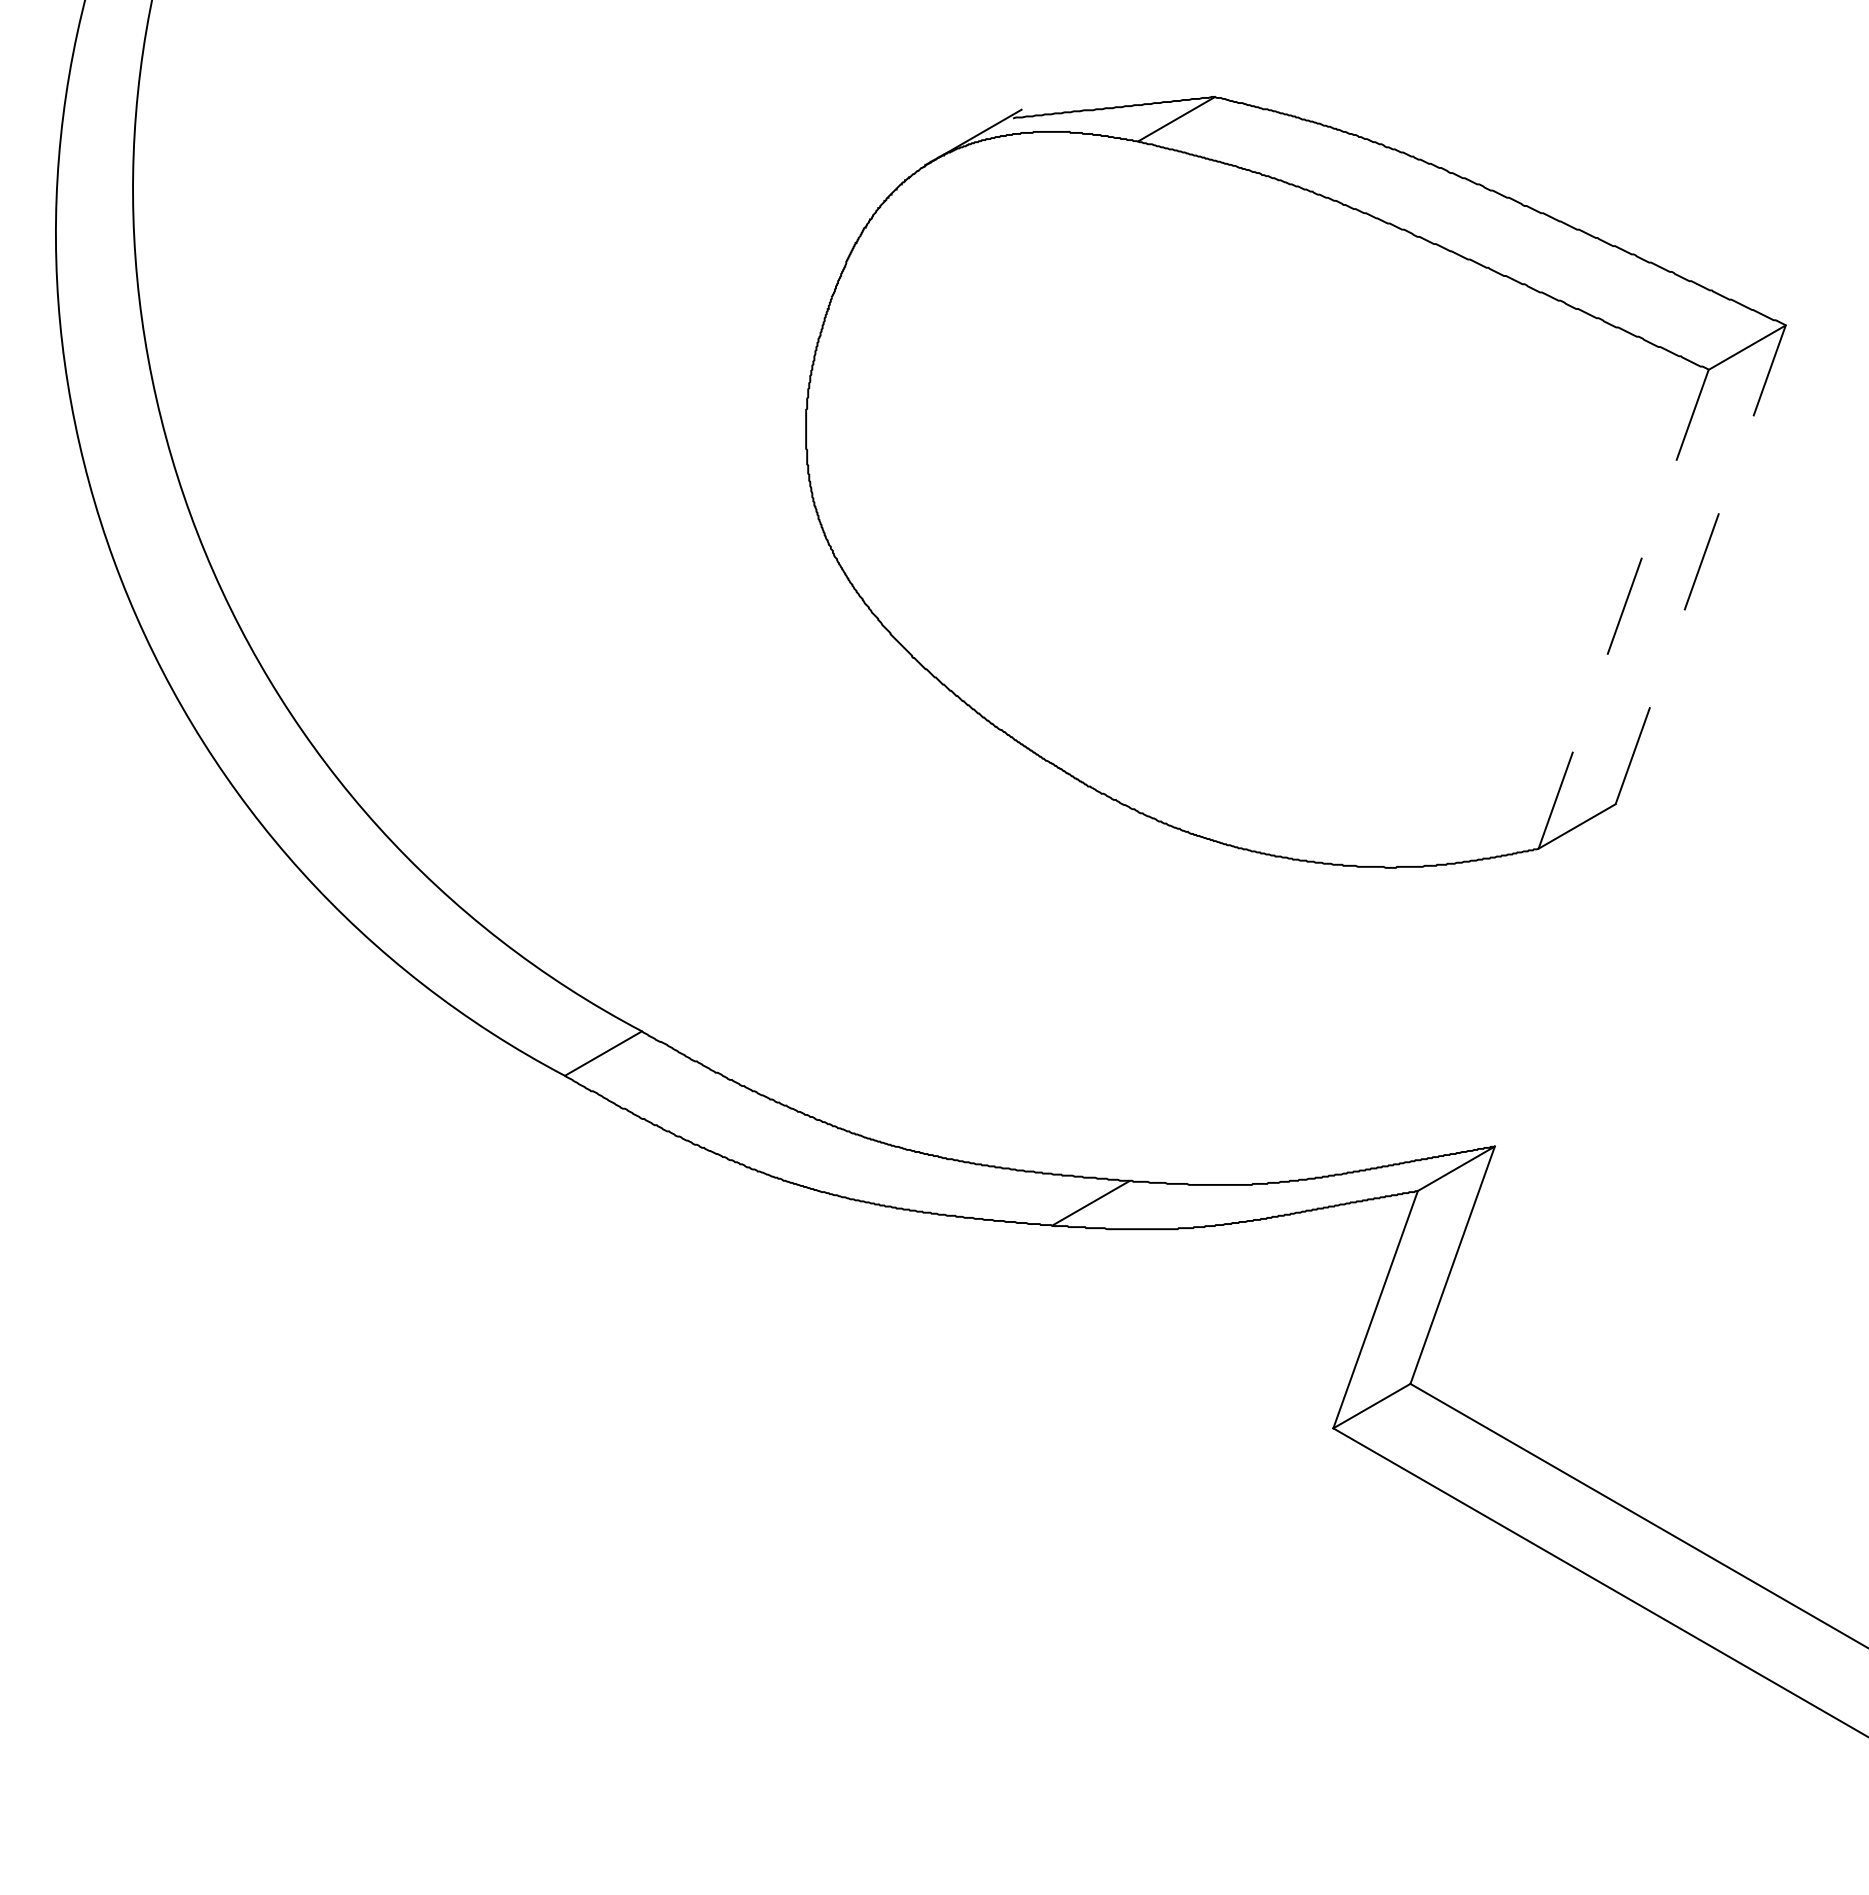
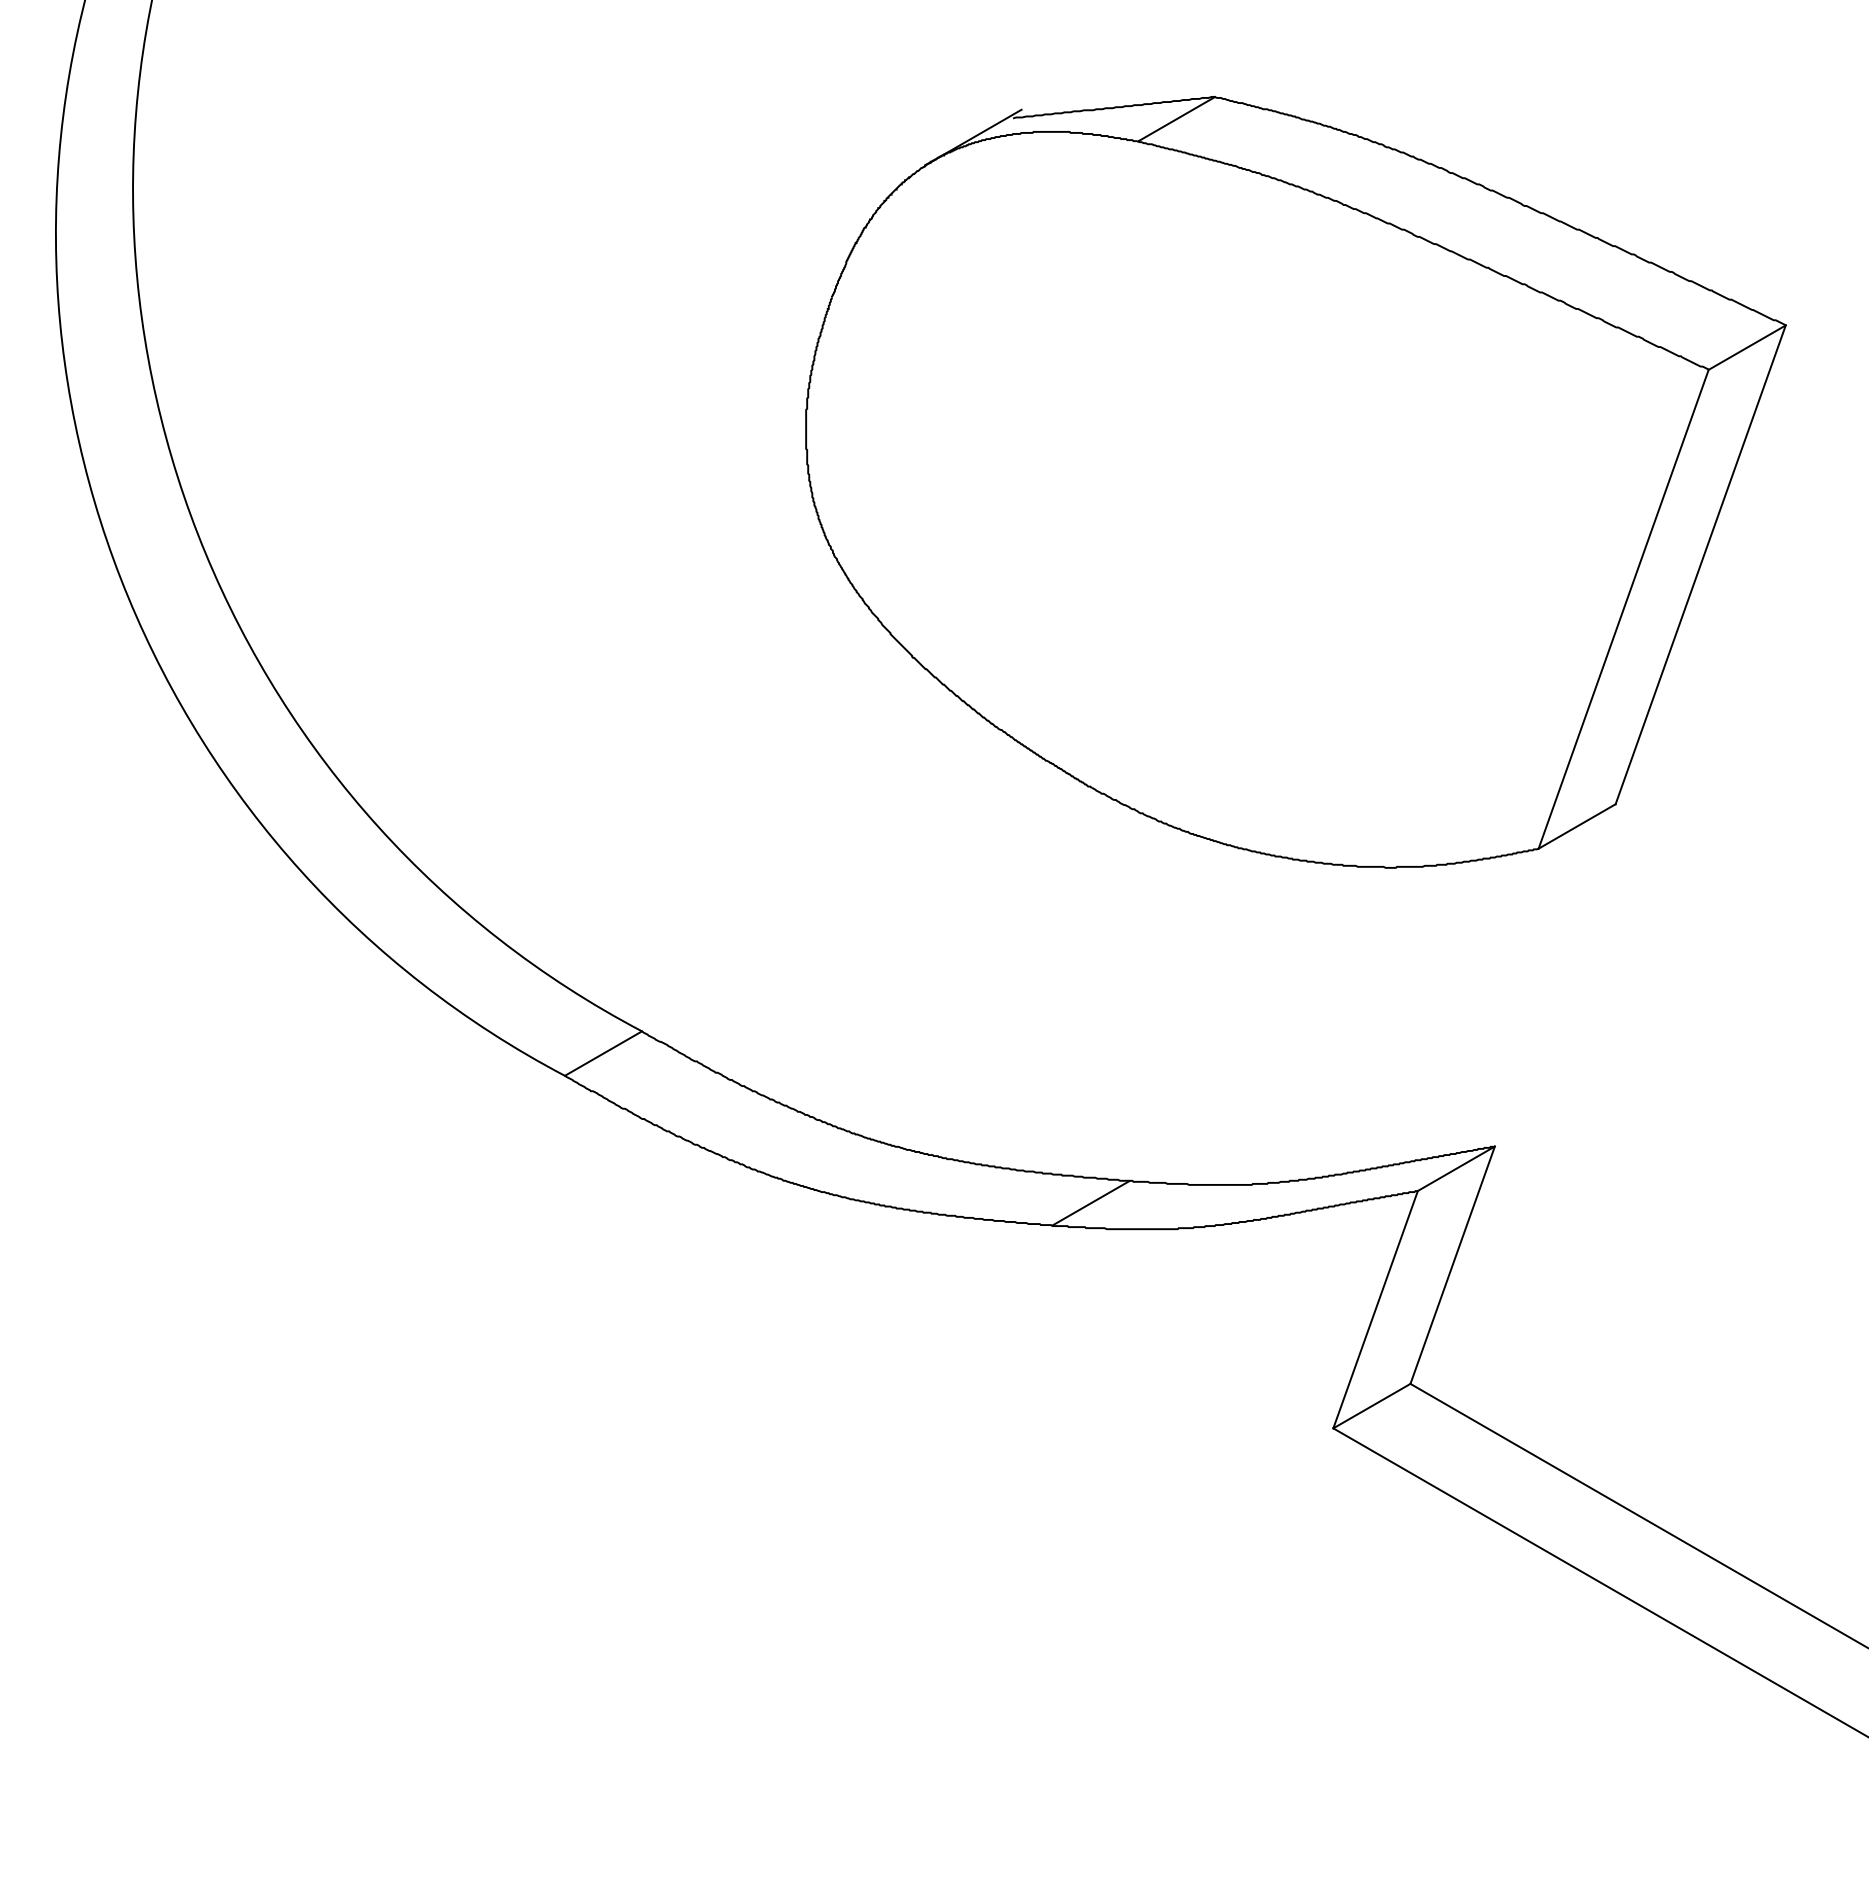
line at (1700, 564): dashed -> solid
line at (1623, 608): dashed -> solid
